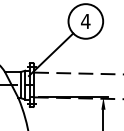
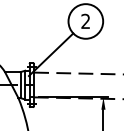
text at (85, 20): 4 -> 2
